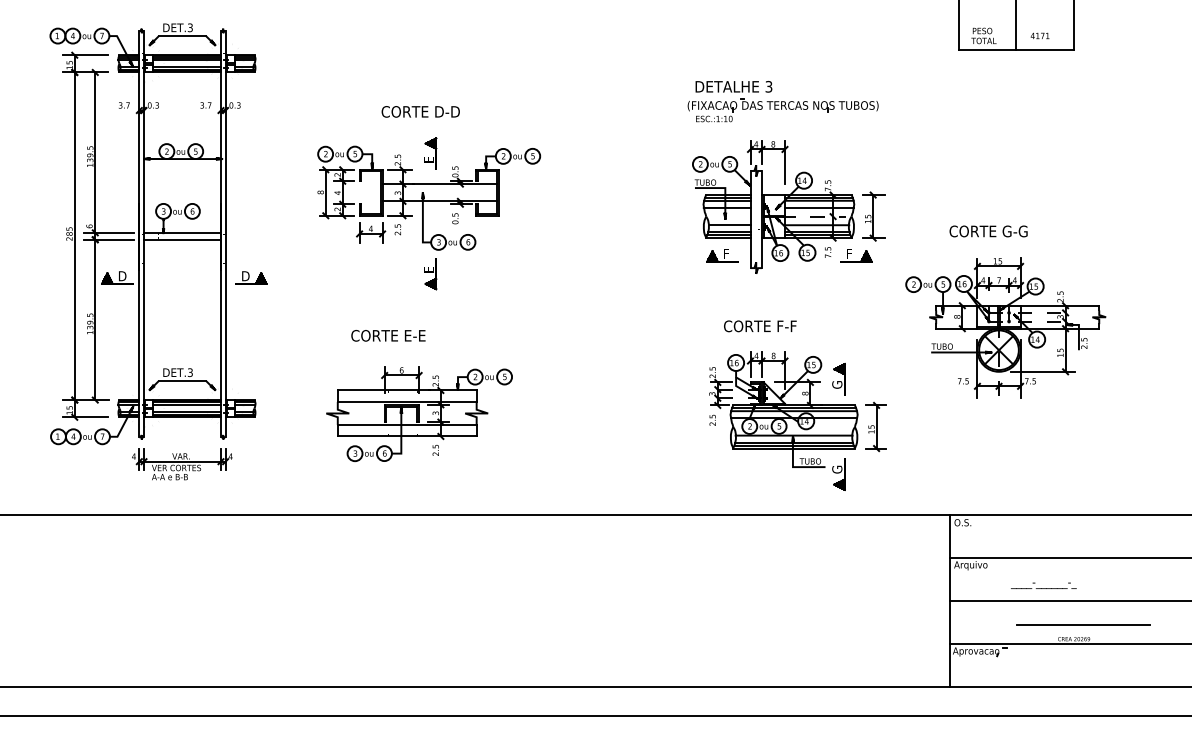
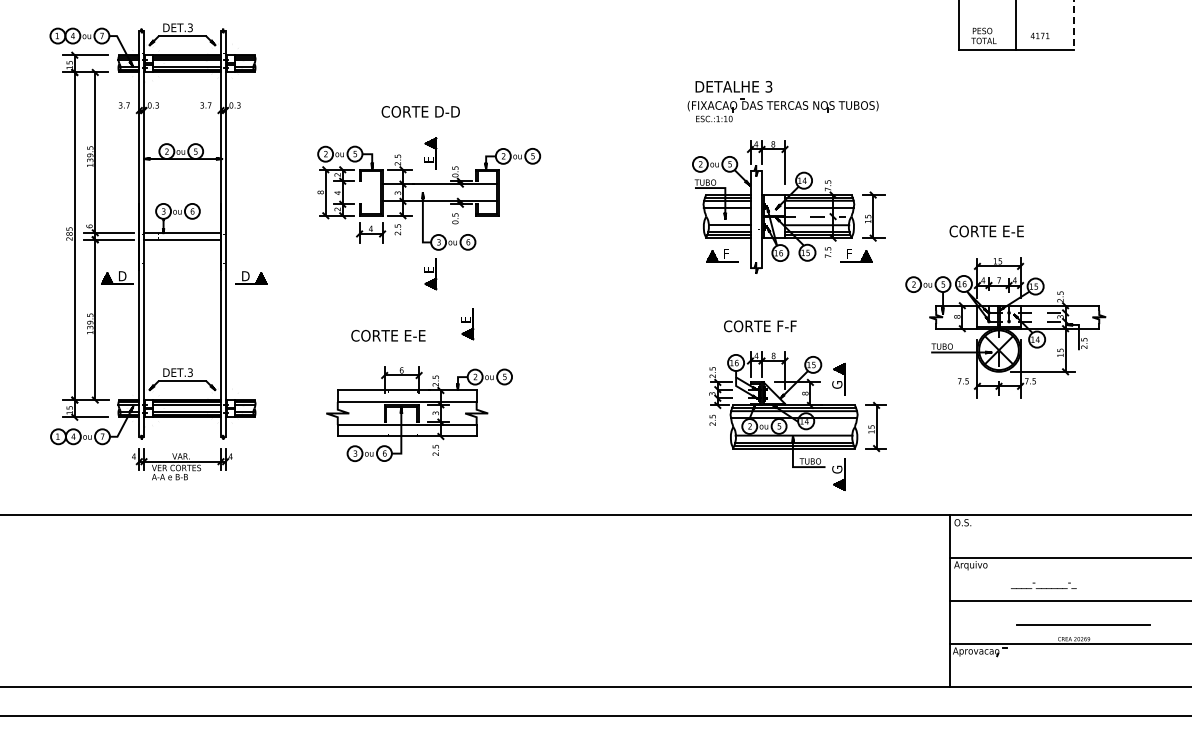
line at (1073, 25): solid -> dashed
text at (1014, 231): CORTE G-G -> CORTE E-E
part at (467, 324): none -> present
